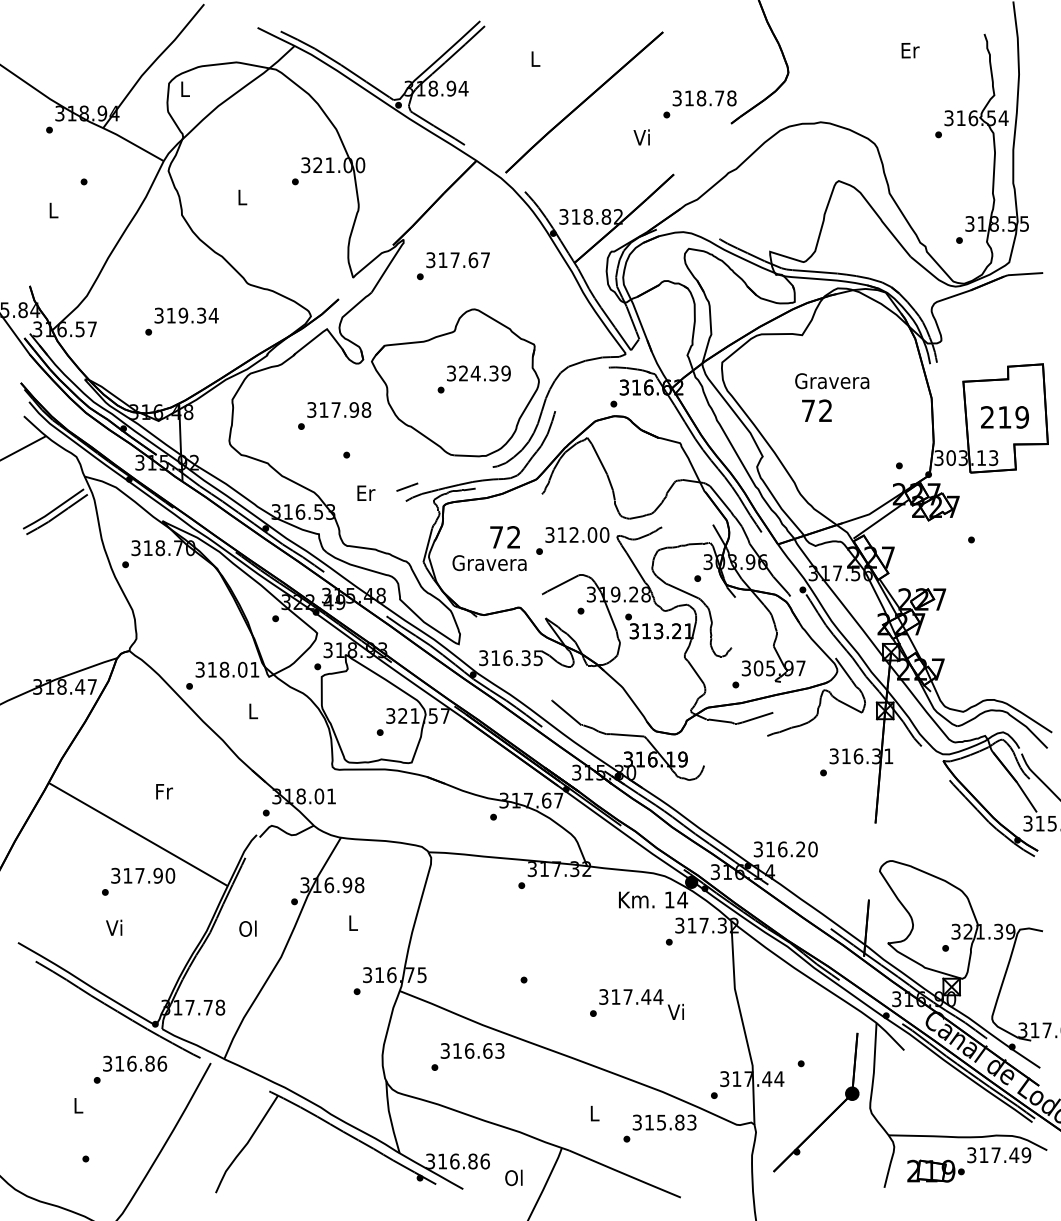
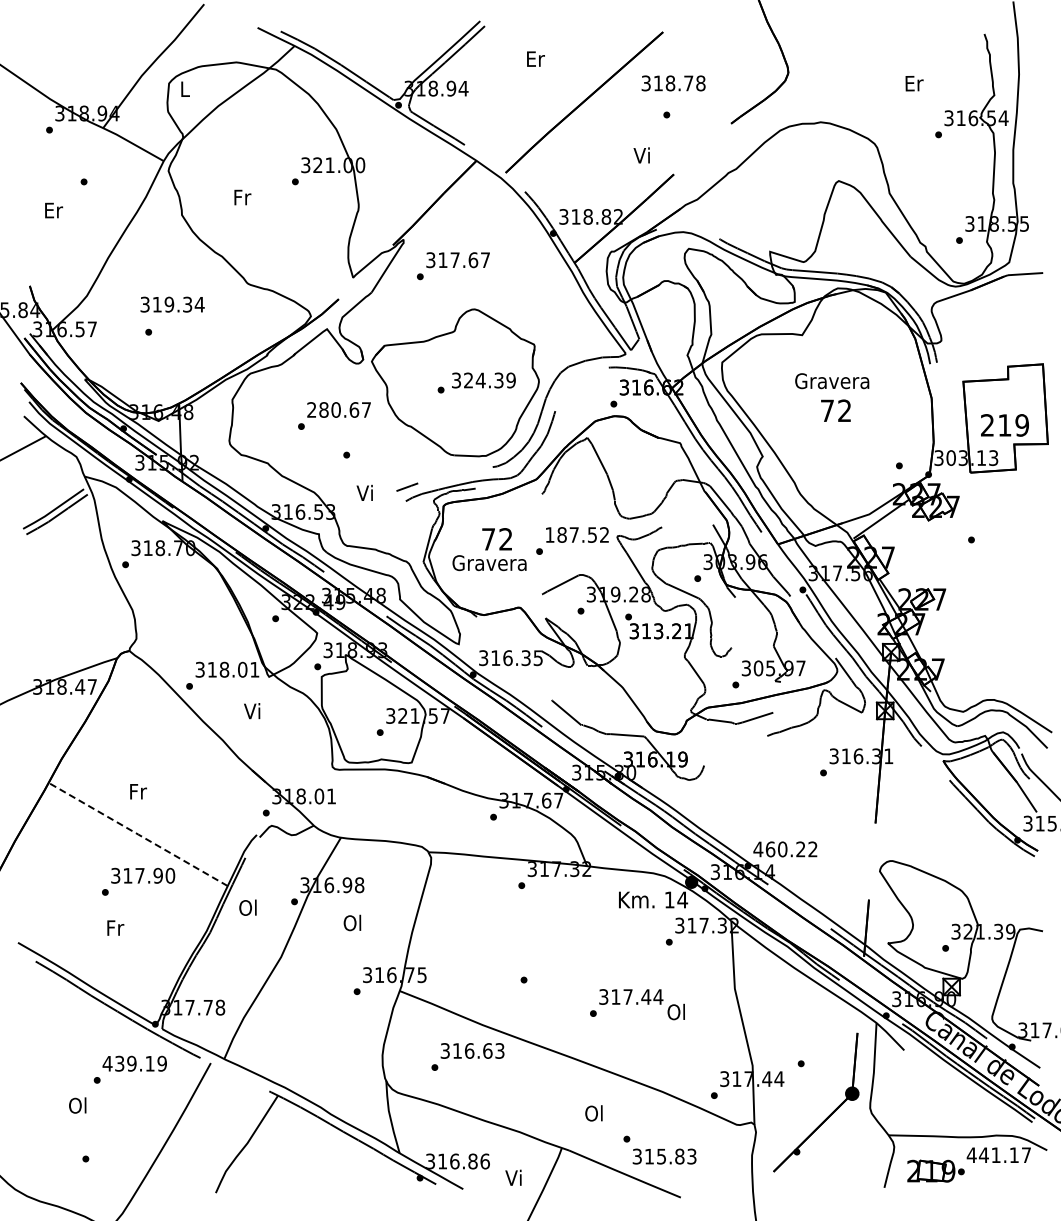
text at (910, 50) position: (910, 50) -> (914, 83)
text at (535, 58): L -> Er
text at (704, 98) position: (704, 98) -> (673, 83)
text at (641, 137) position: (641, 137) -> (641, 155)
text at (242, 197): L -> Fr
text at (54, 210): L -> Er
text at (186, 315) position: (186, 315) -> (172, 304)
text at (478, 373) position: (478, 373) -> (483, 380)
text at (339, 409): 317.98 -> 280.67
text at (816, 410) position: (816, 410) -> (835, 410)
text at (1004, 417) position: (1004, 417) -> (1004, 425)
text at (365, 492): Er -> Vi
text at (577, 534): 312.00 -> 187.52
text at (504, 537) position: (504, 537) -> (496, 539)
text at (252, 711): L -> Vi
text at (164, 791) position: (164, 791) -> (138, 791)
line at (138, 834): solid -> dashed
text at (785, 849): 316.20 -> 460.22
text at (352, 922): L -> Ol
text at (115, 927): Vi -> Fr
text at (247, 928) position: (247, 928) -> (247, 907)
text at (675, 1011): Vi -> Ol
text at (134, 1063): 316.86 -> 439.19
text at (77, 1105): L -> Ol
text at (593, 1113): L -> Ol
text at (664, 1122) position: (664, 1122) -> (664, 1156)
text at (998, 1155): 317.49 -> 441.17
text at (513, 1177): Ol -> Vi
